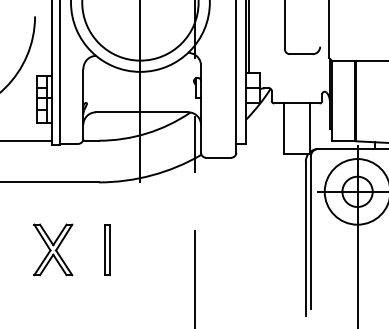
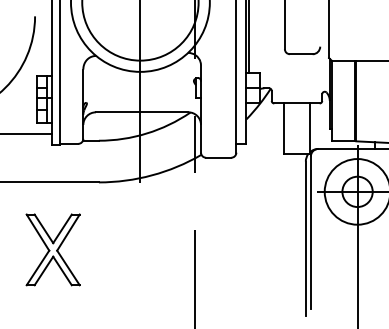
line at (27, 140) position: (27, 140) -> (27, 133)
part at (53, 249) size: 41x54 px -> 56x74 px
part at (107, 249): present -> none
